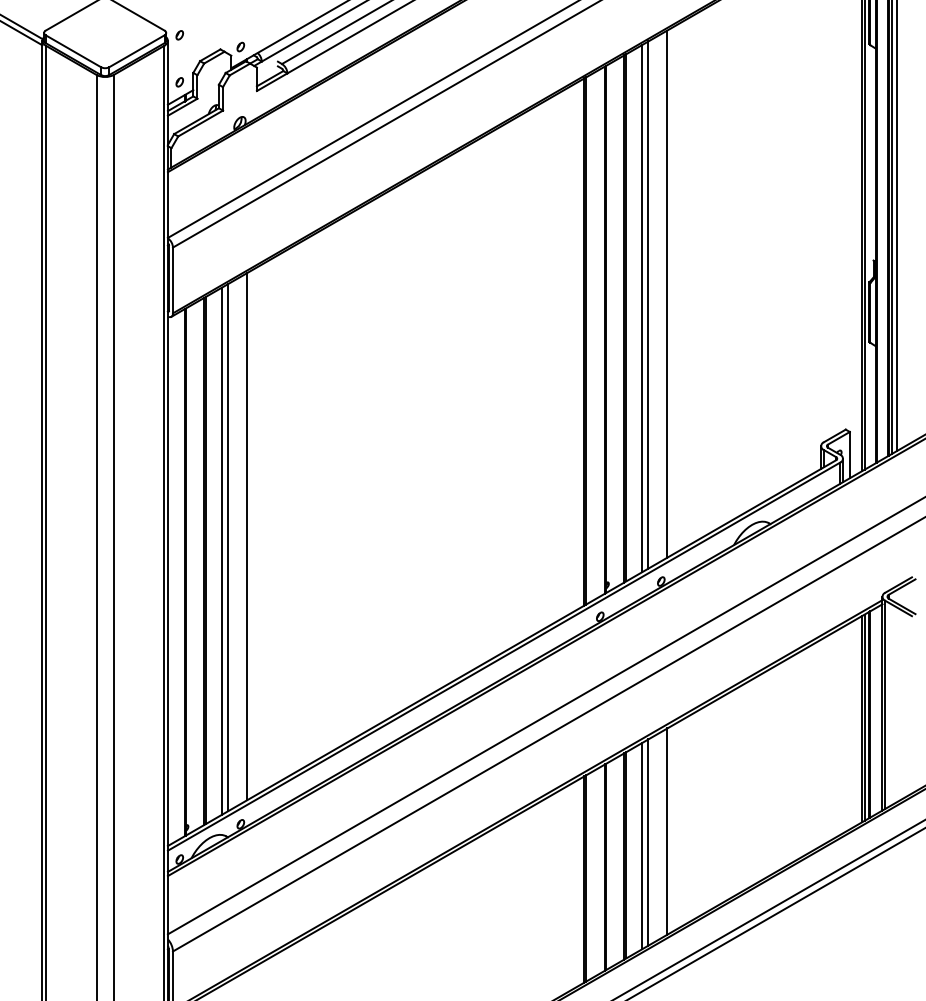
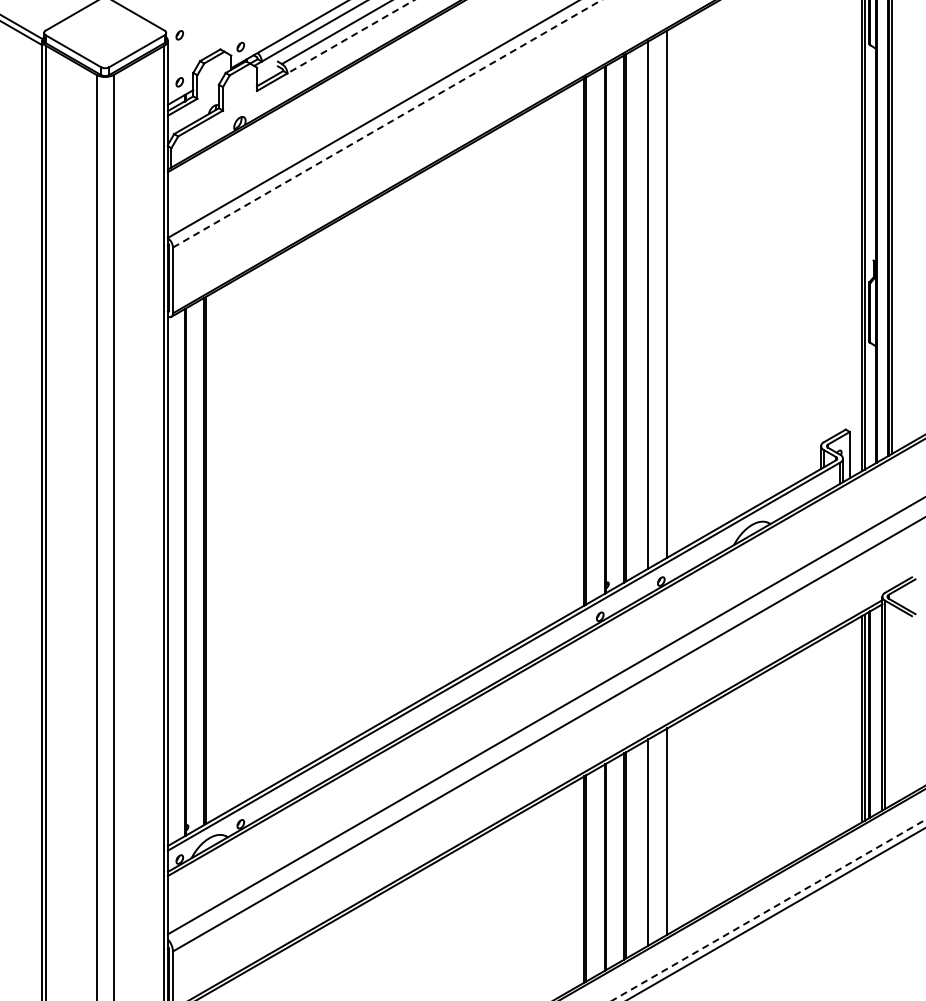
line at (350, 36): solid -> dashed
line at (387, 123): solid -> dashed
line at (897, 226): present -> none
line at (642, 308): present -> none
line at (246, 536): present -> none
line at (227, 547): present -> none
line at (221, 550): present -> none
line at (642, 845): present -> none
line at (769, 910): solid -> dashed
